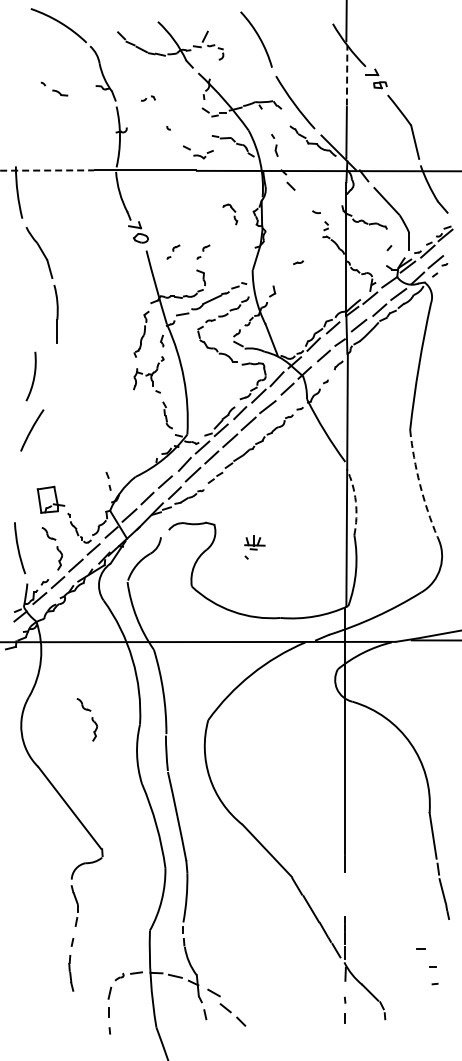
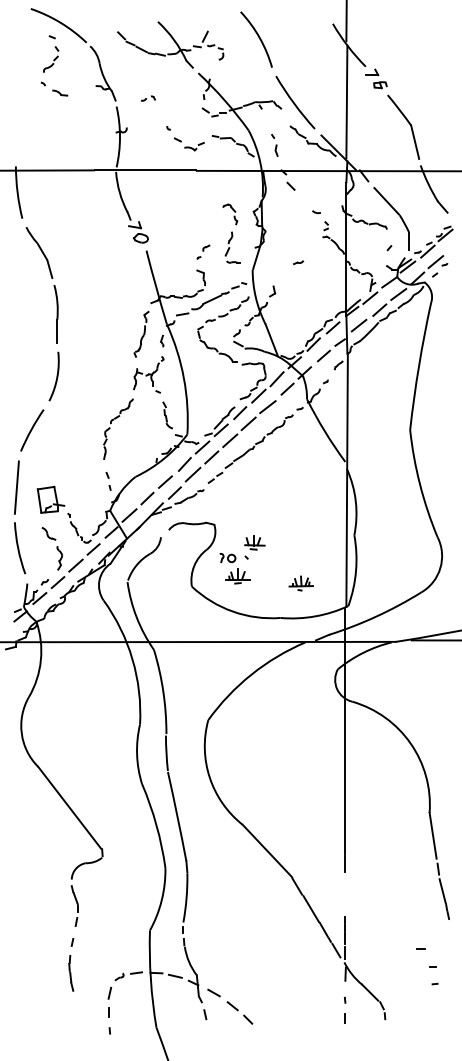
part at (51, 53): none -> present
line at (347, 75): dashed -> solid
part at (197, 152) position: (197, 152) -> (188, 144)
line at (47, 170): dashed -> solid
part at (232, 247): none -> present
part at (173, 251): present -> none
arc at (33, 376) position: (33, 376) -> (56, 376)
part at (110, 428): none -> present
arc at (420, 484): dashed -> solid
line at (16, 487): none -> present
arc at (355, 501): dashed -> solid
part at (234, 568): none -> present
part at (300, 583): none -> present
part at (87, 719): present -> none
part at (232, 1014) position: (232, 1014) -> (239, 1012)
